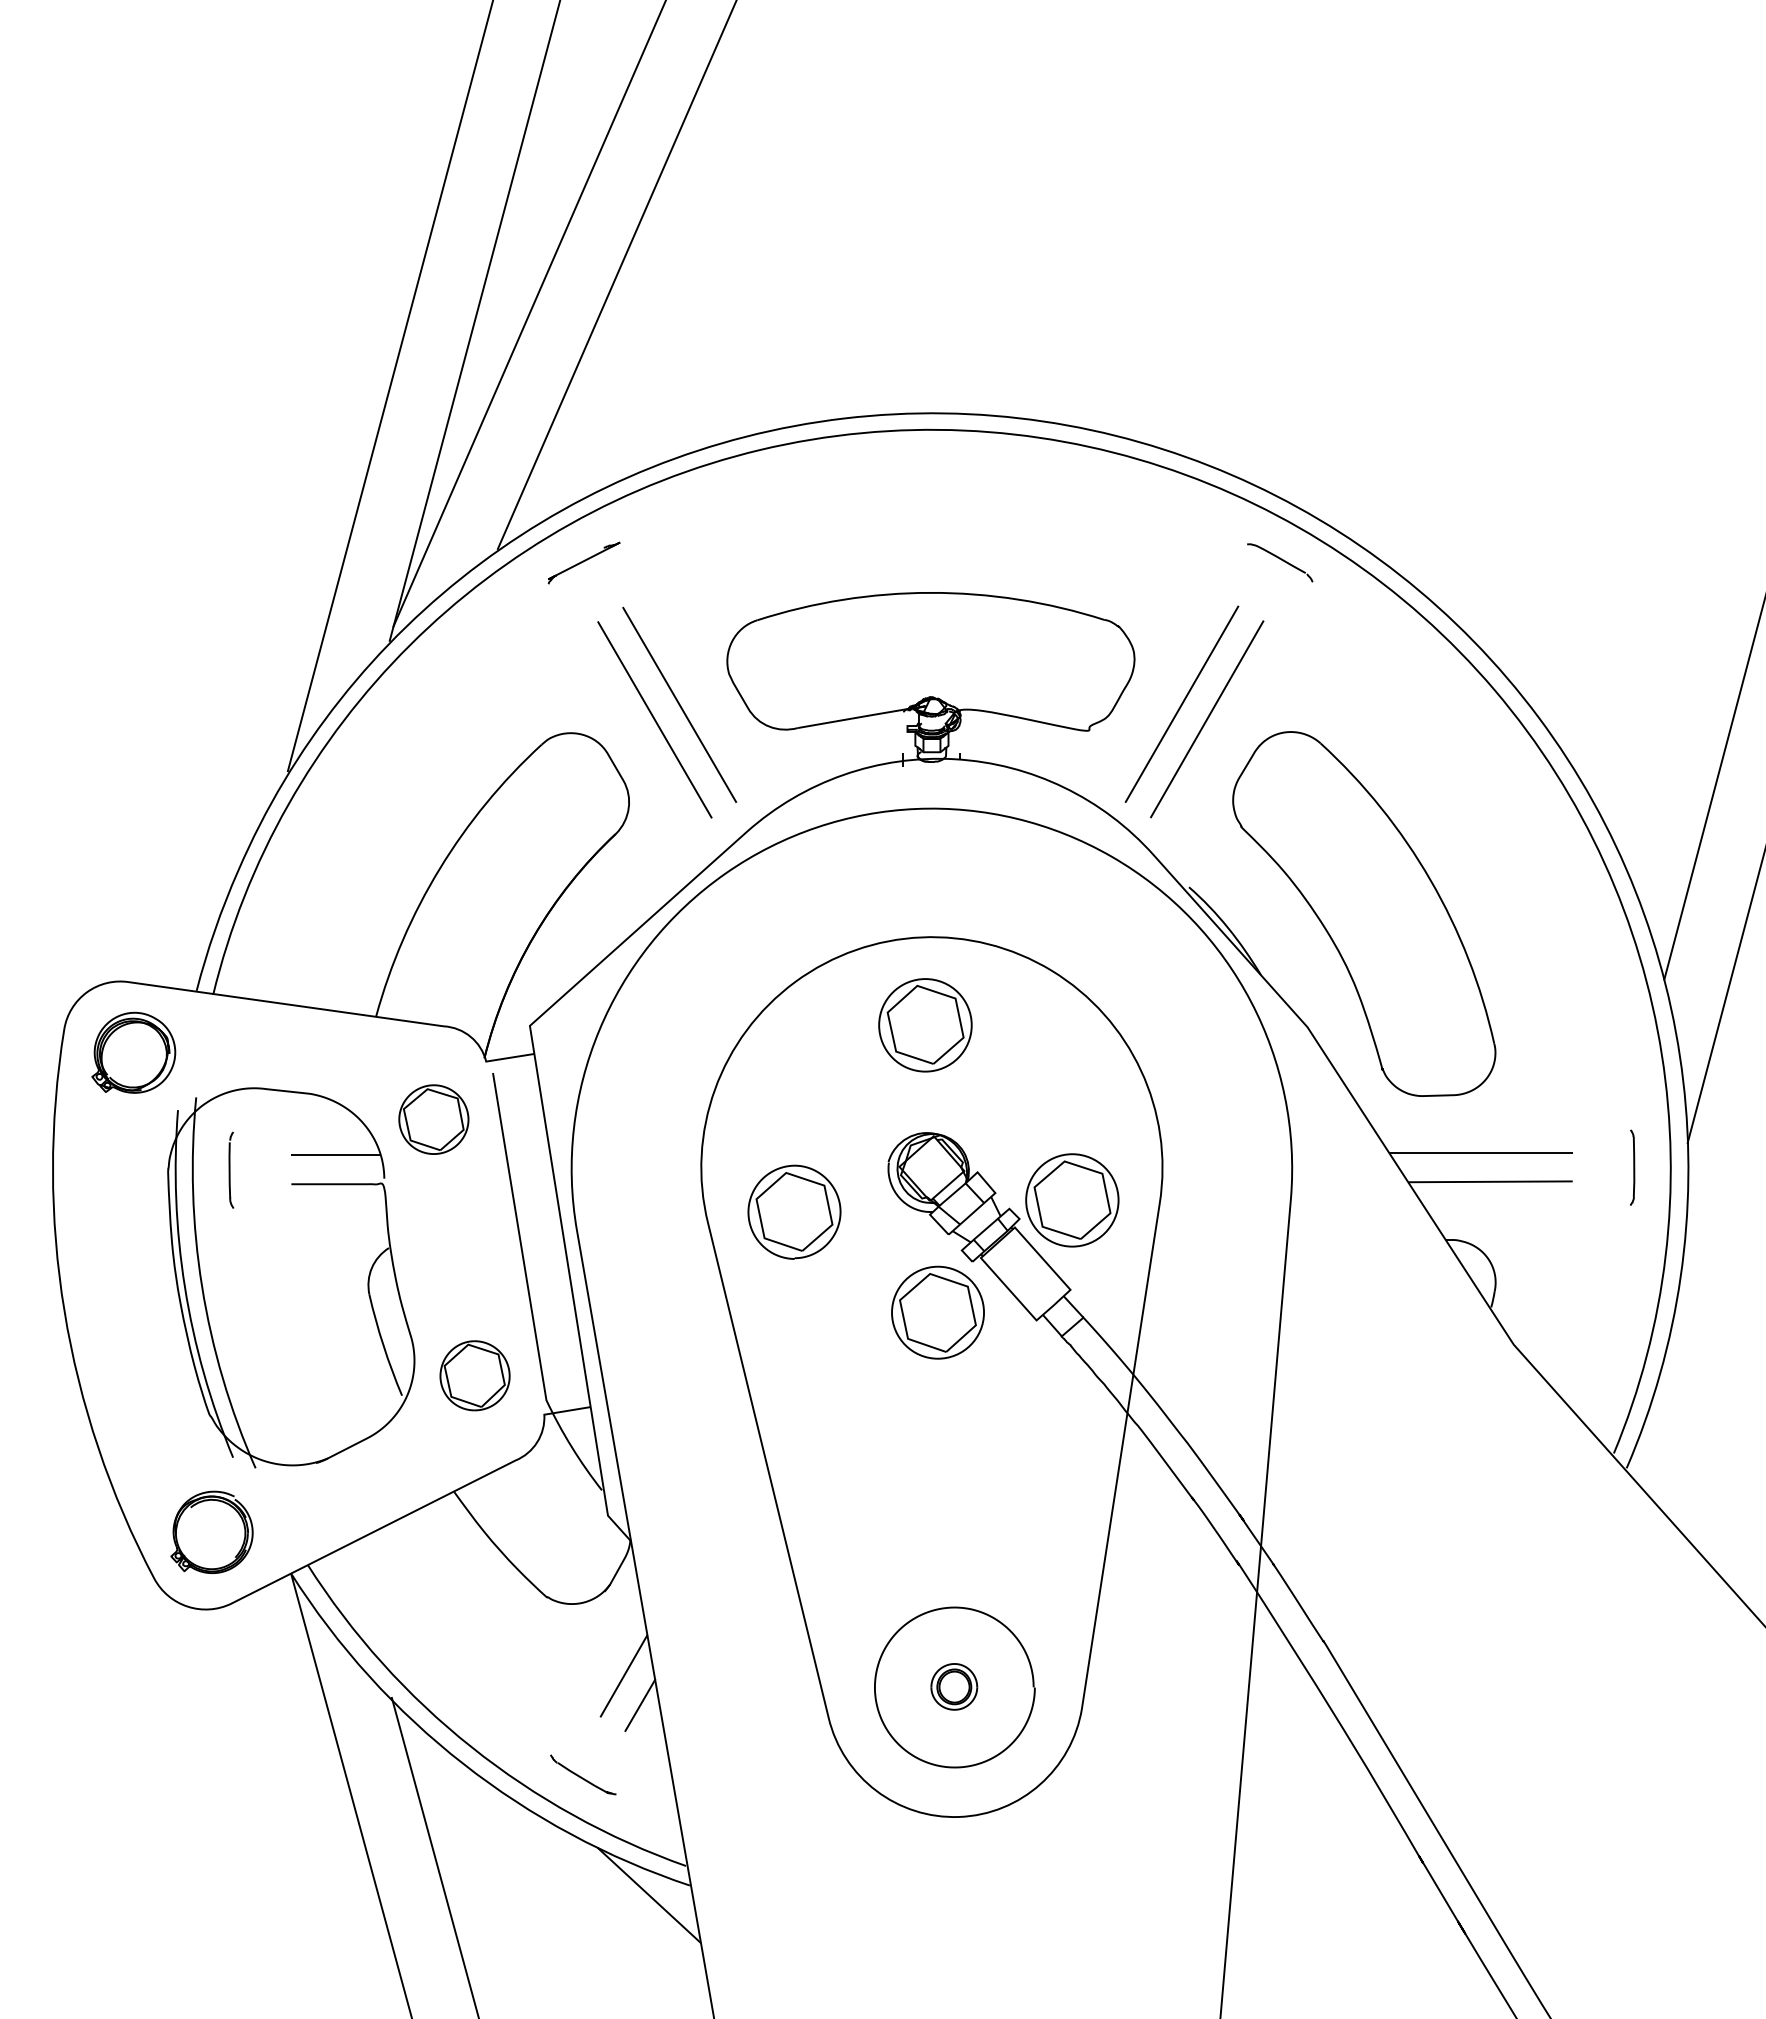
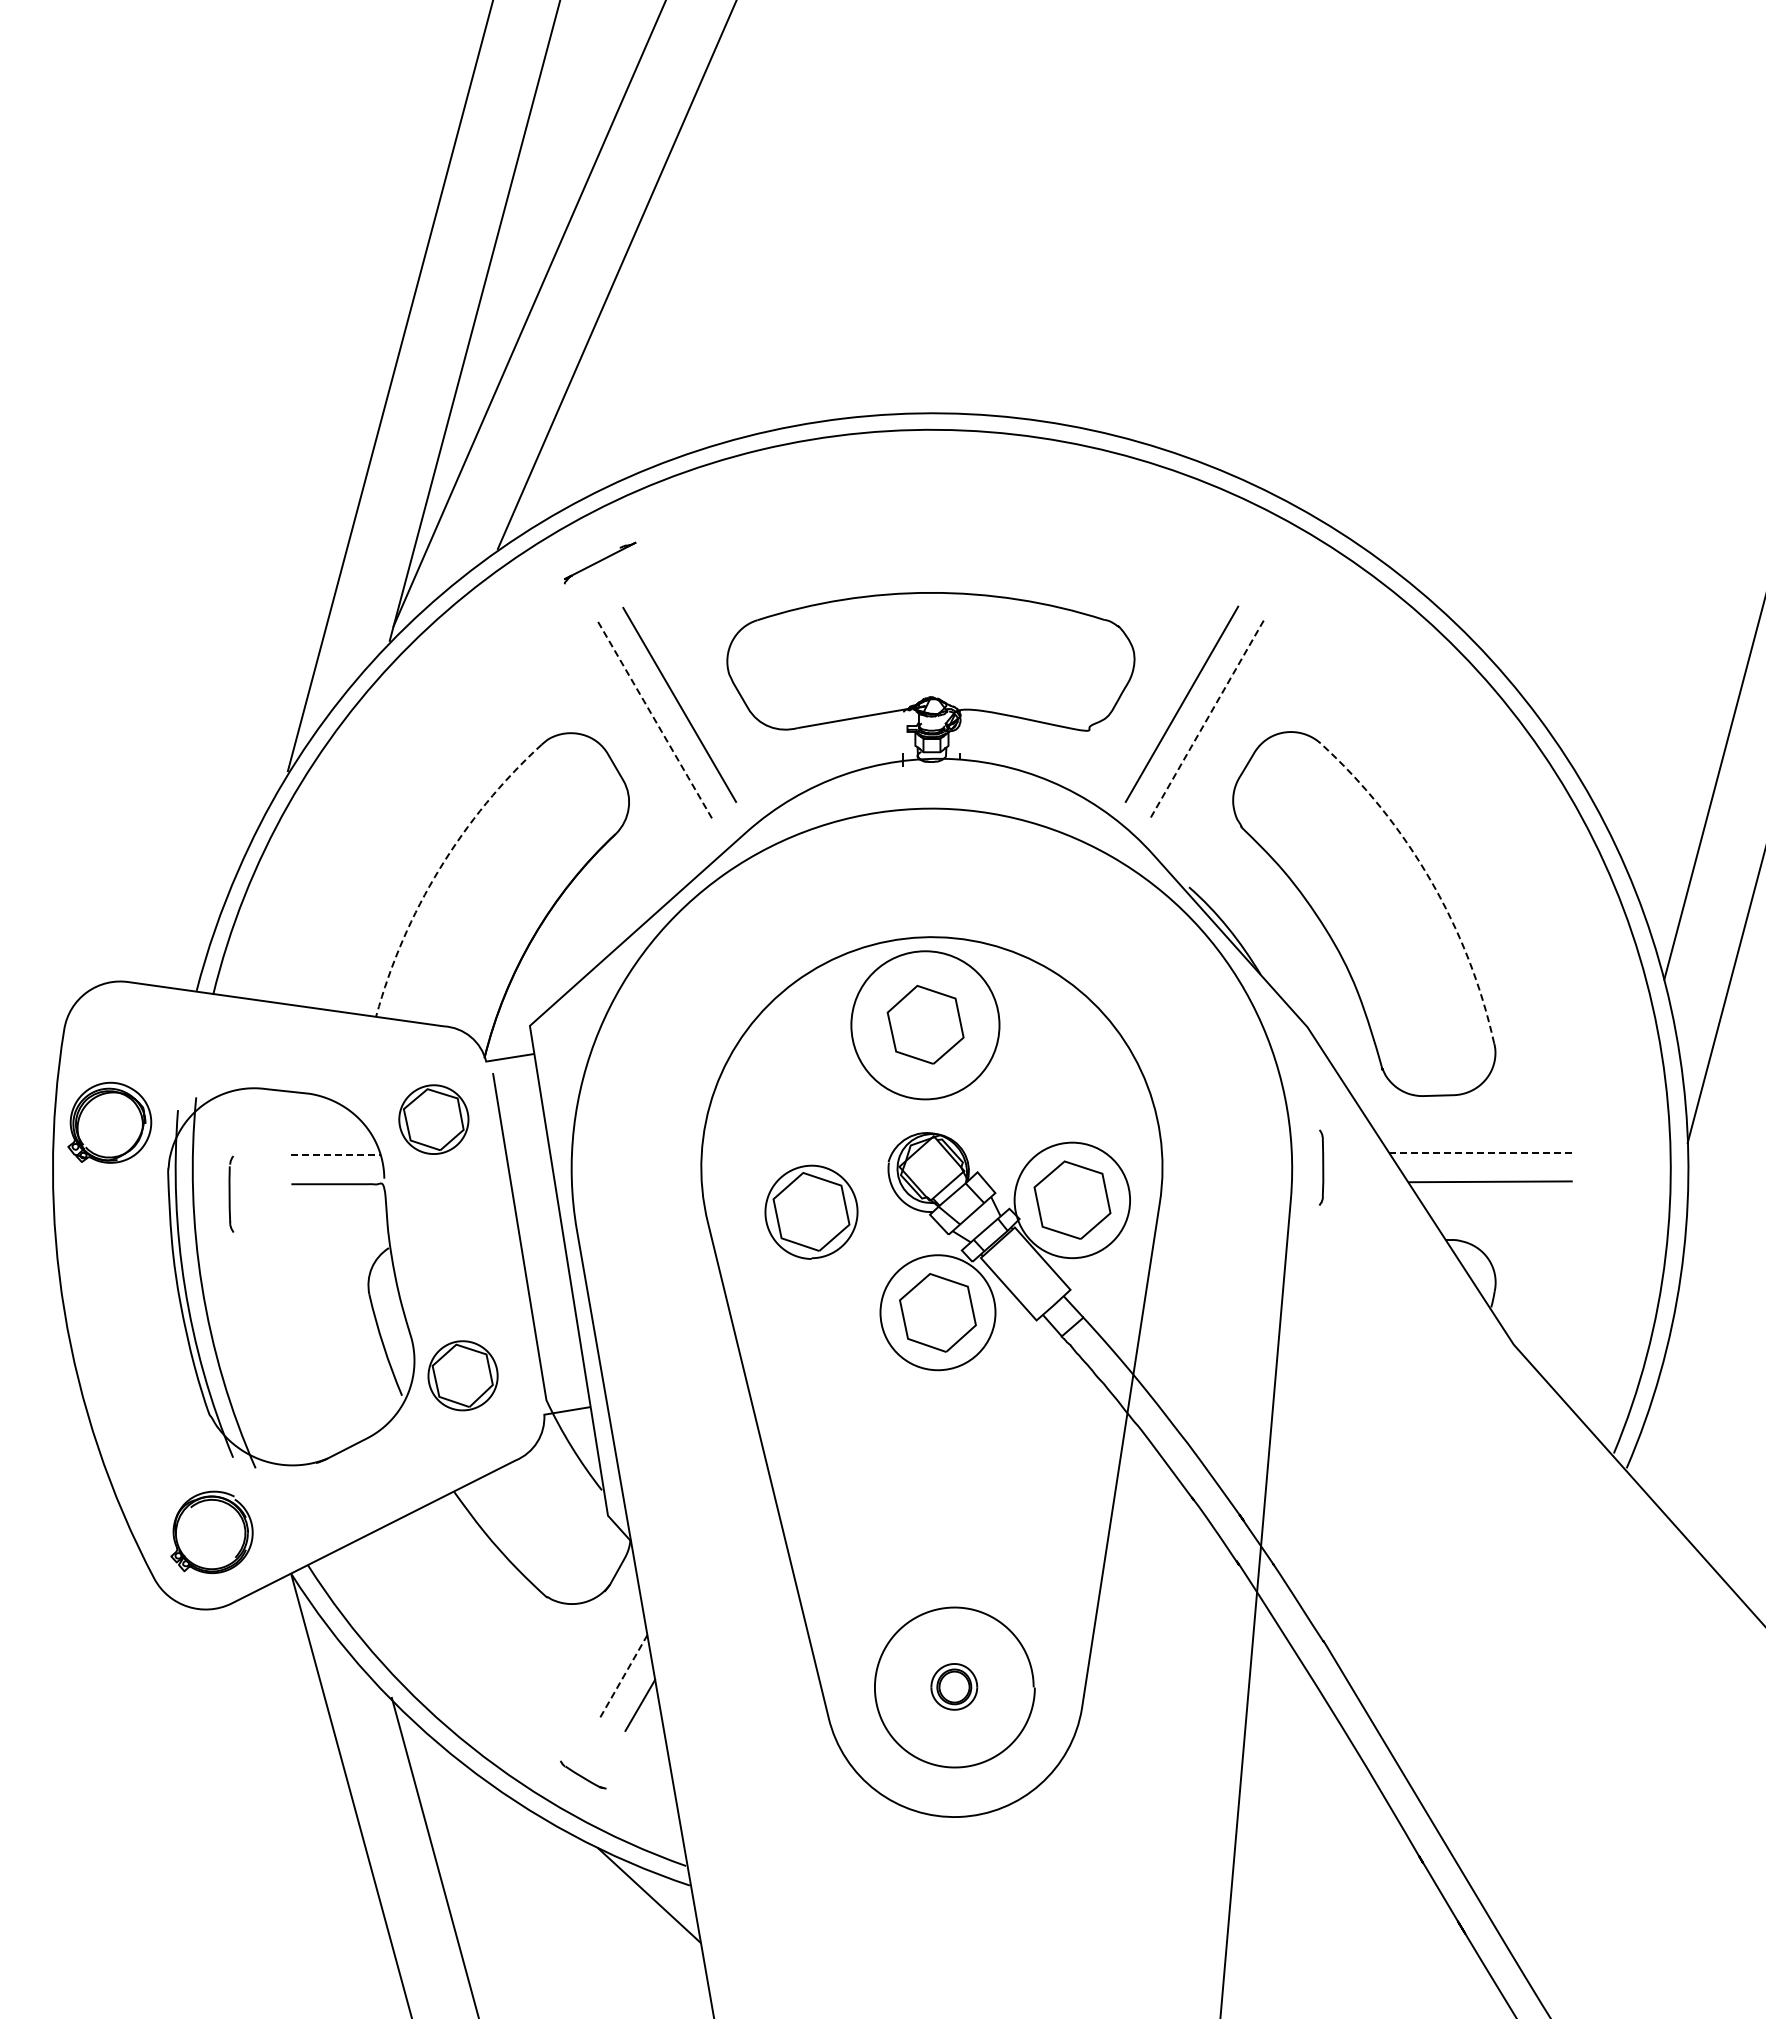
curve at (583, 562) position: (583, 562) -> (599, 562)
part at (1280, 562): present -> none
line at (654, 719): solid -> dashed
line at (1206, 719): solid -> dashed
arc at (439, 868): solid -> dashed
arc at (1430, 880): solid -> dashed
circle at (925, 1025) diameter: 93 px -> 148 px
part at (133, 1052) position: (133, 1052) -> (109, 1122)
line at (1481, 1153): solid -> dashed
line at (335, 1155): solid -> dashed
curve at (1633, 1167) position: (1633, 1167) -> (1322, 1167)
part at (231, 1169) position: (231, 1169) -> (231, 1193)
circle at (1072, 1200) diameter: 92 px -> 116 px
part at (794, 1211) position: (794, 1211) -> (811, 1211)
circle at (938, 1312) diameter: 92 px -> 115 px
part at (474, 1375) position: (474, 1375) -> (462, 1375)
line at (624, 1675): solid -> dashed
part at (583, 1774) size: 67x42 px -> 47x30 px
